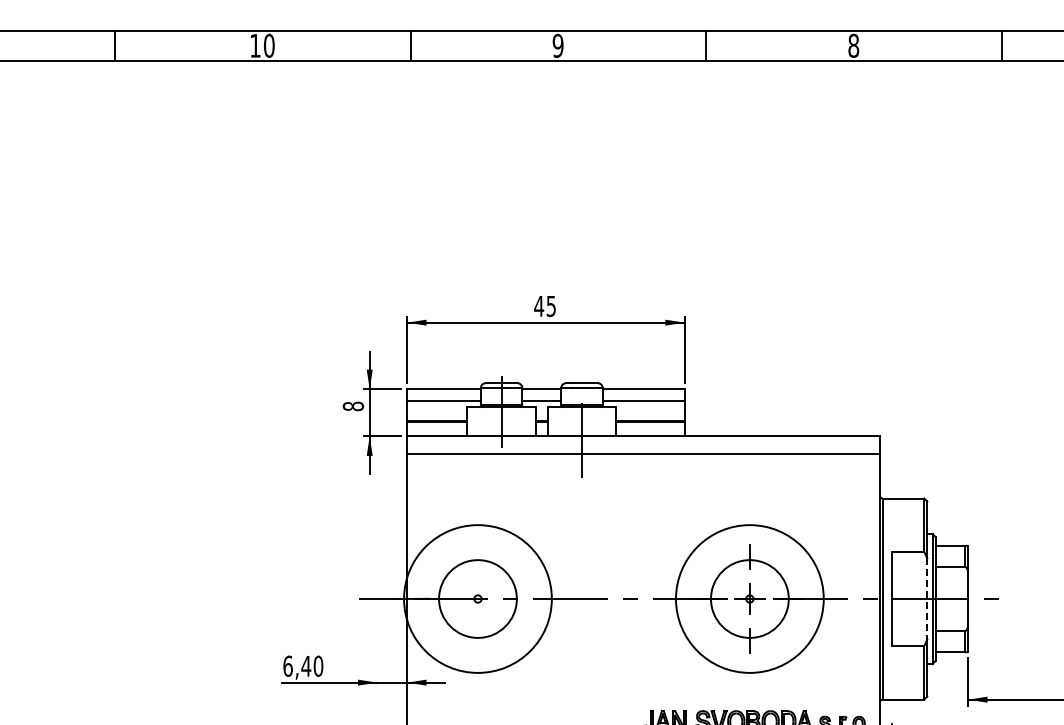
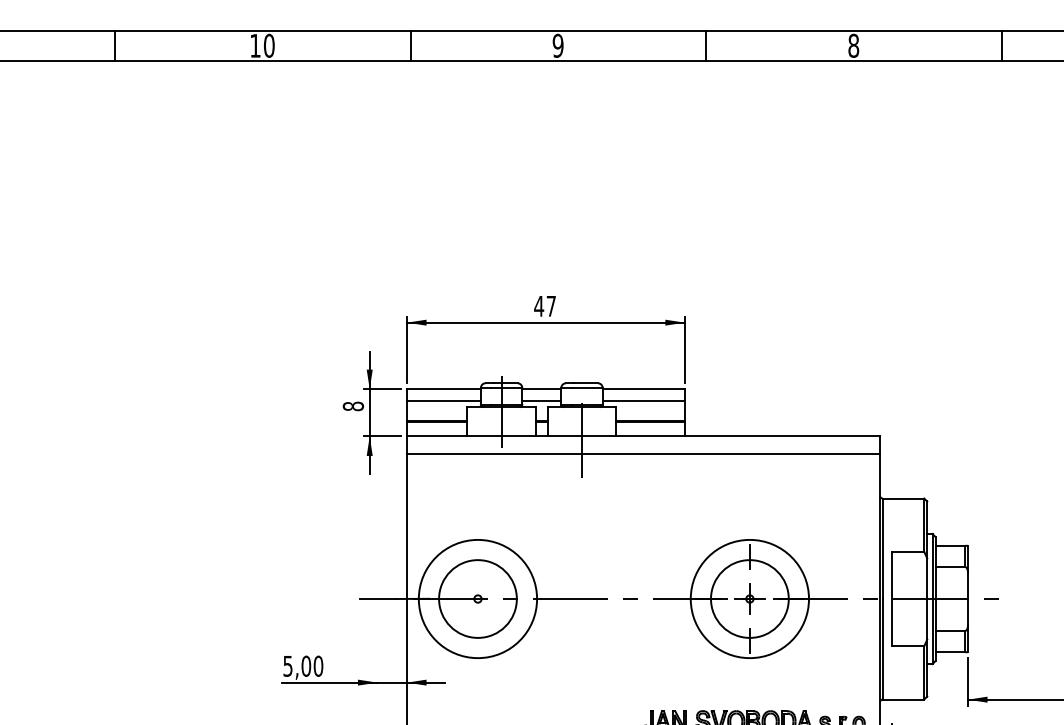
text at (550, 306): 45 -> 47
circle at (477, 598) diameter: 148 px -> 118 px
circle at (749, 598) diameter: 148 px -> 118 px
line at (927, 599): dashed -> solid
text at (297, 665): 6,40 -> 5,00
